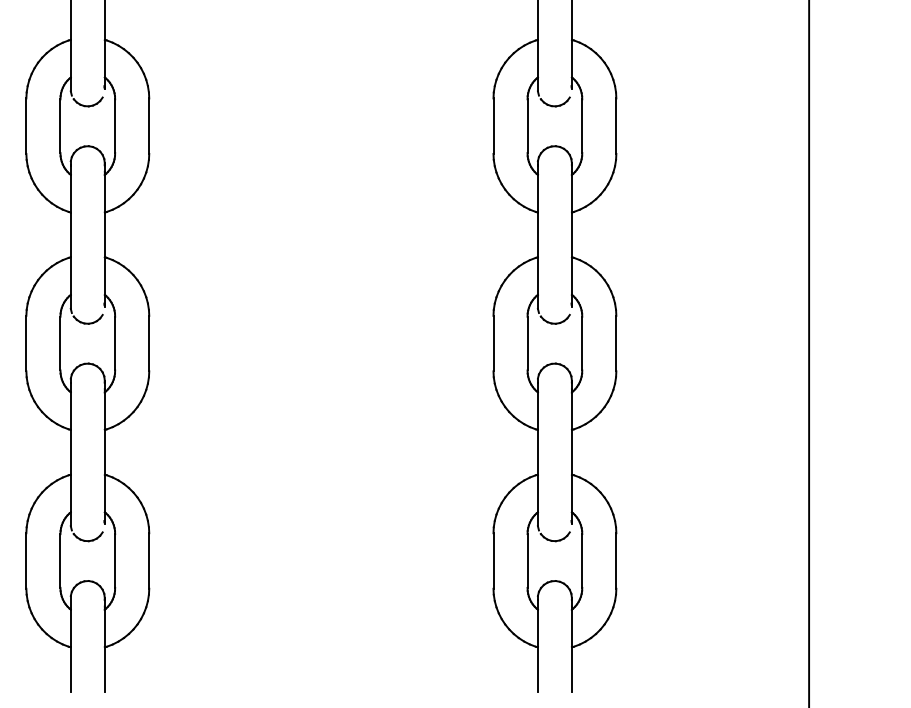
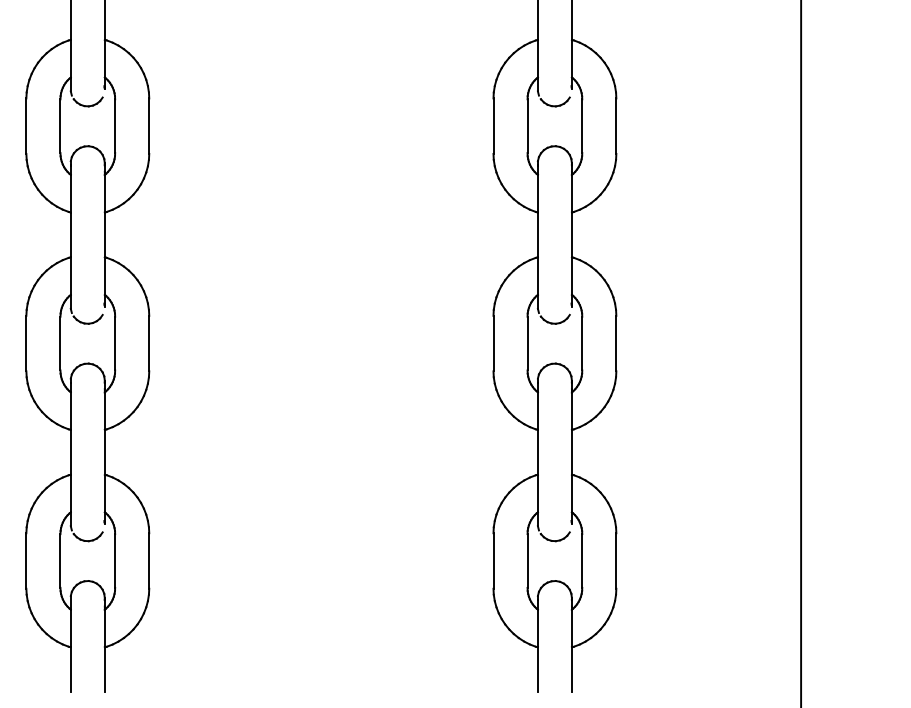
line at (809, 353) position: (809, 353) -> (801, 353)
